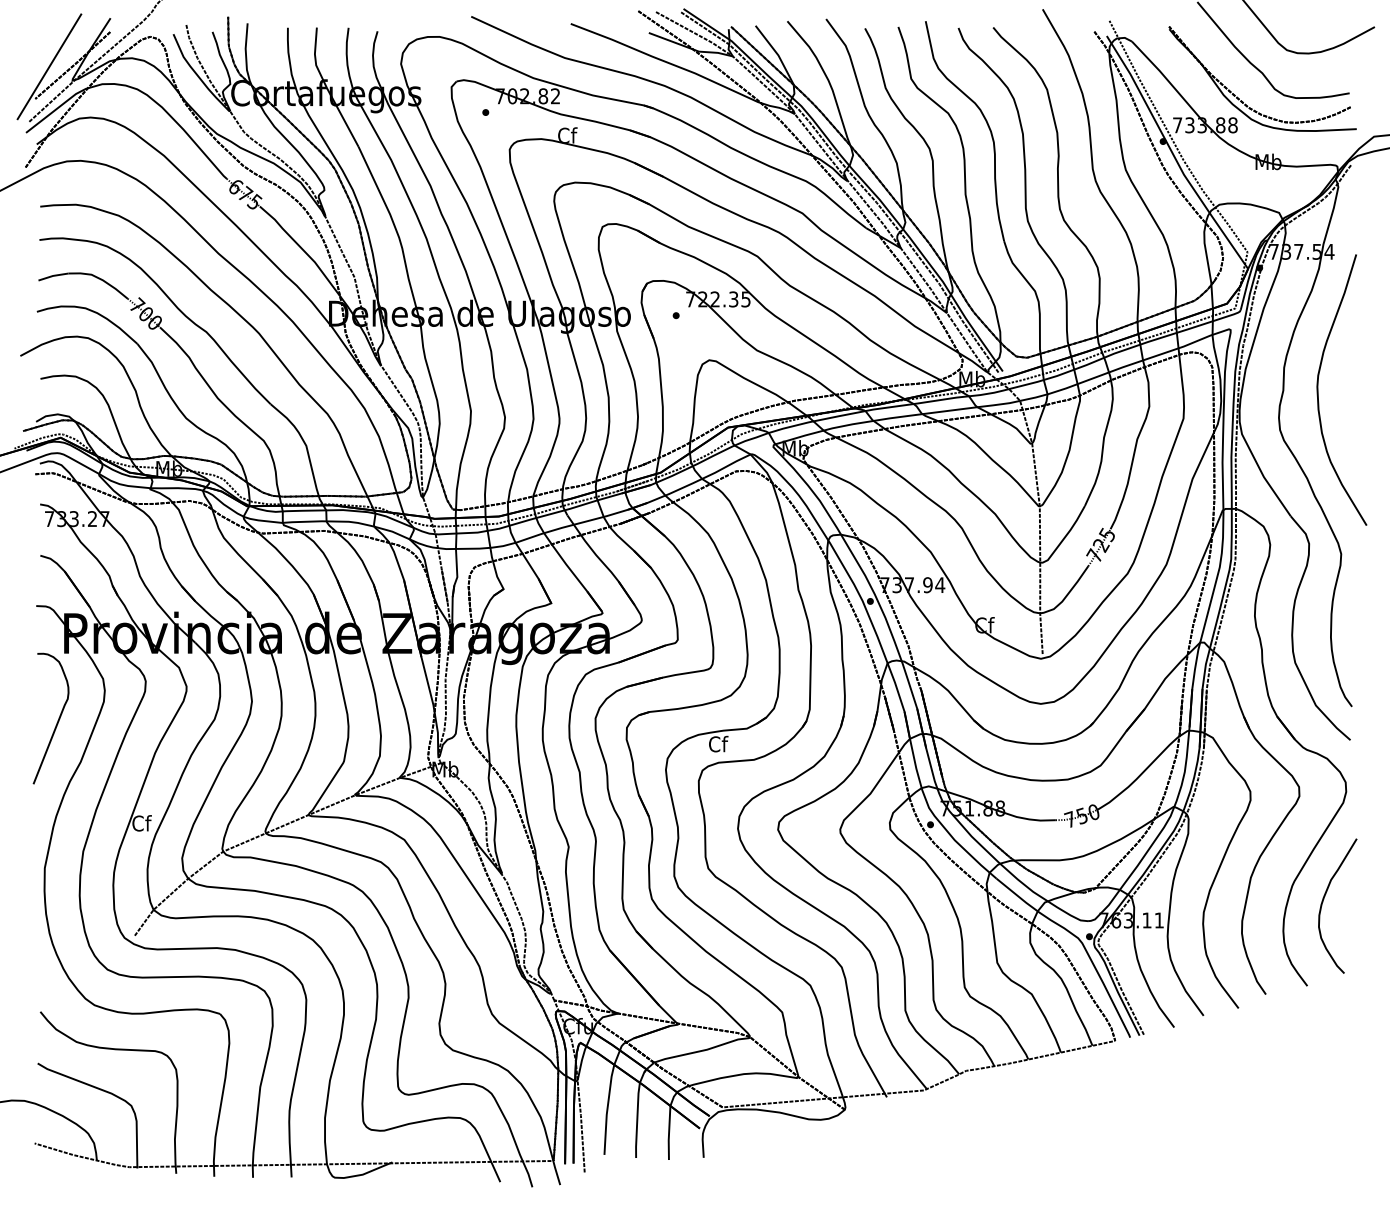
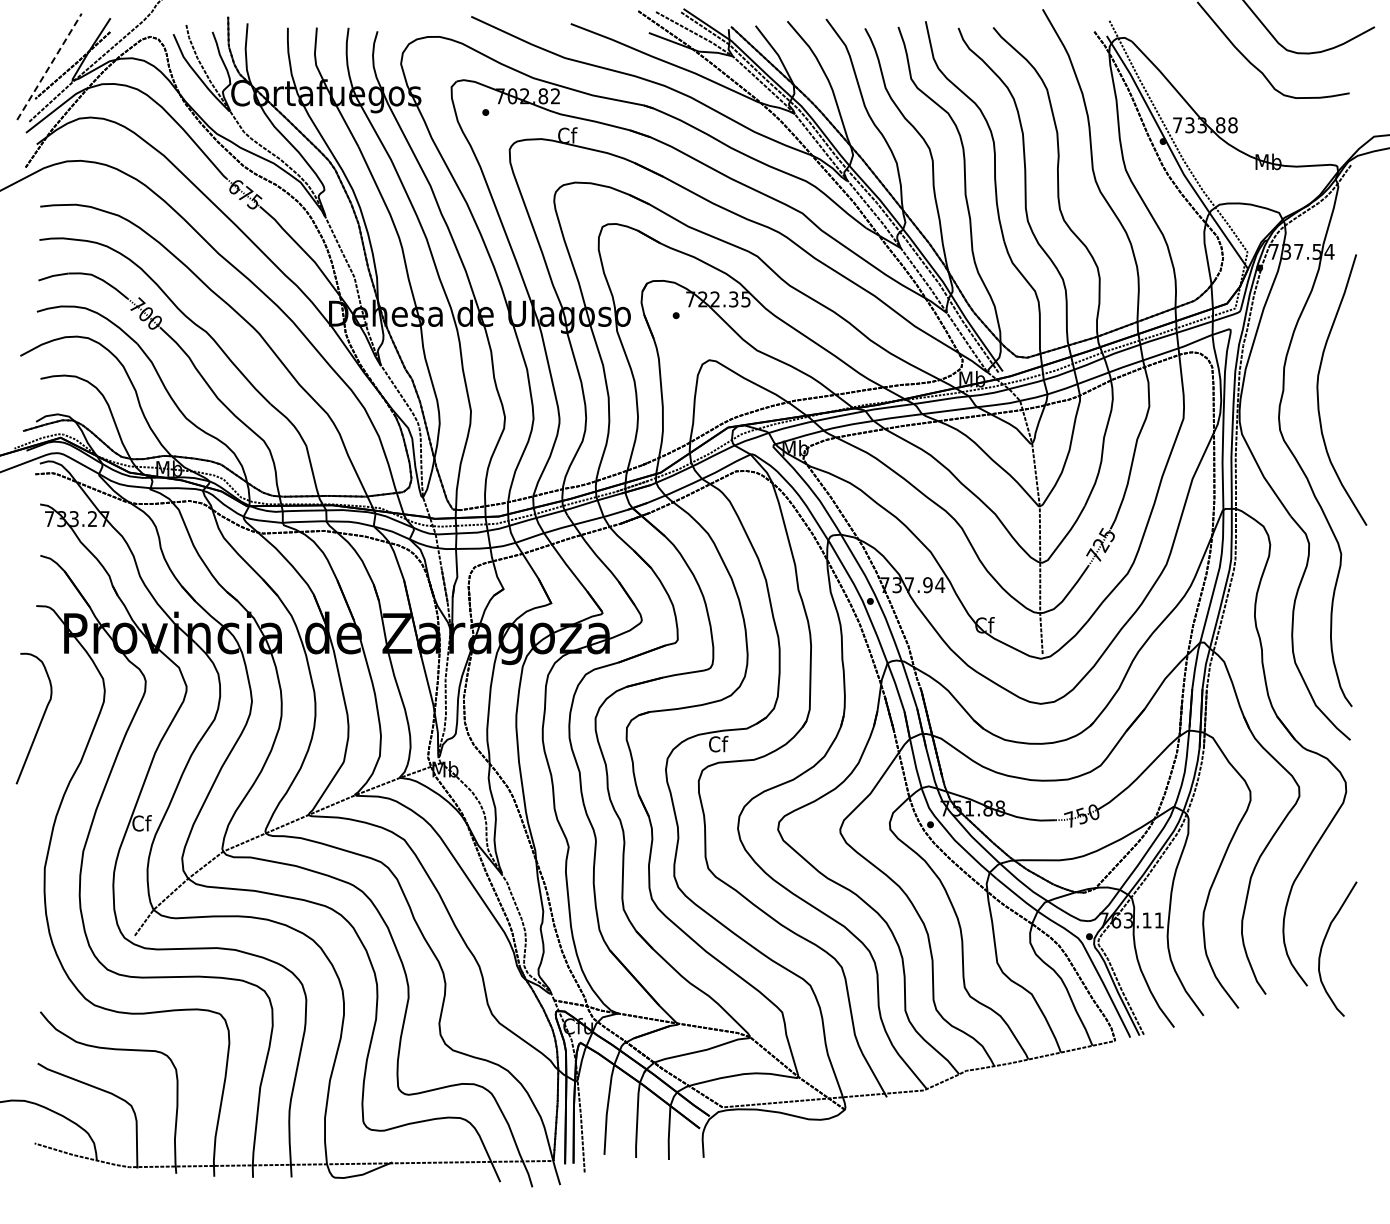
line at (49, 66): solid -> dashed
part at (1243, 101): present -> none
curve at (56, 722) position: (56, 722) -> (39, 722)
curve at (1324, 899) position: (1324, 899) -> (1324, 942)
